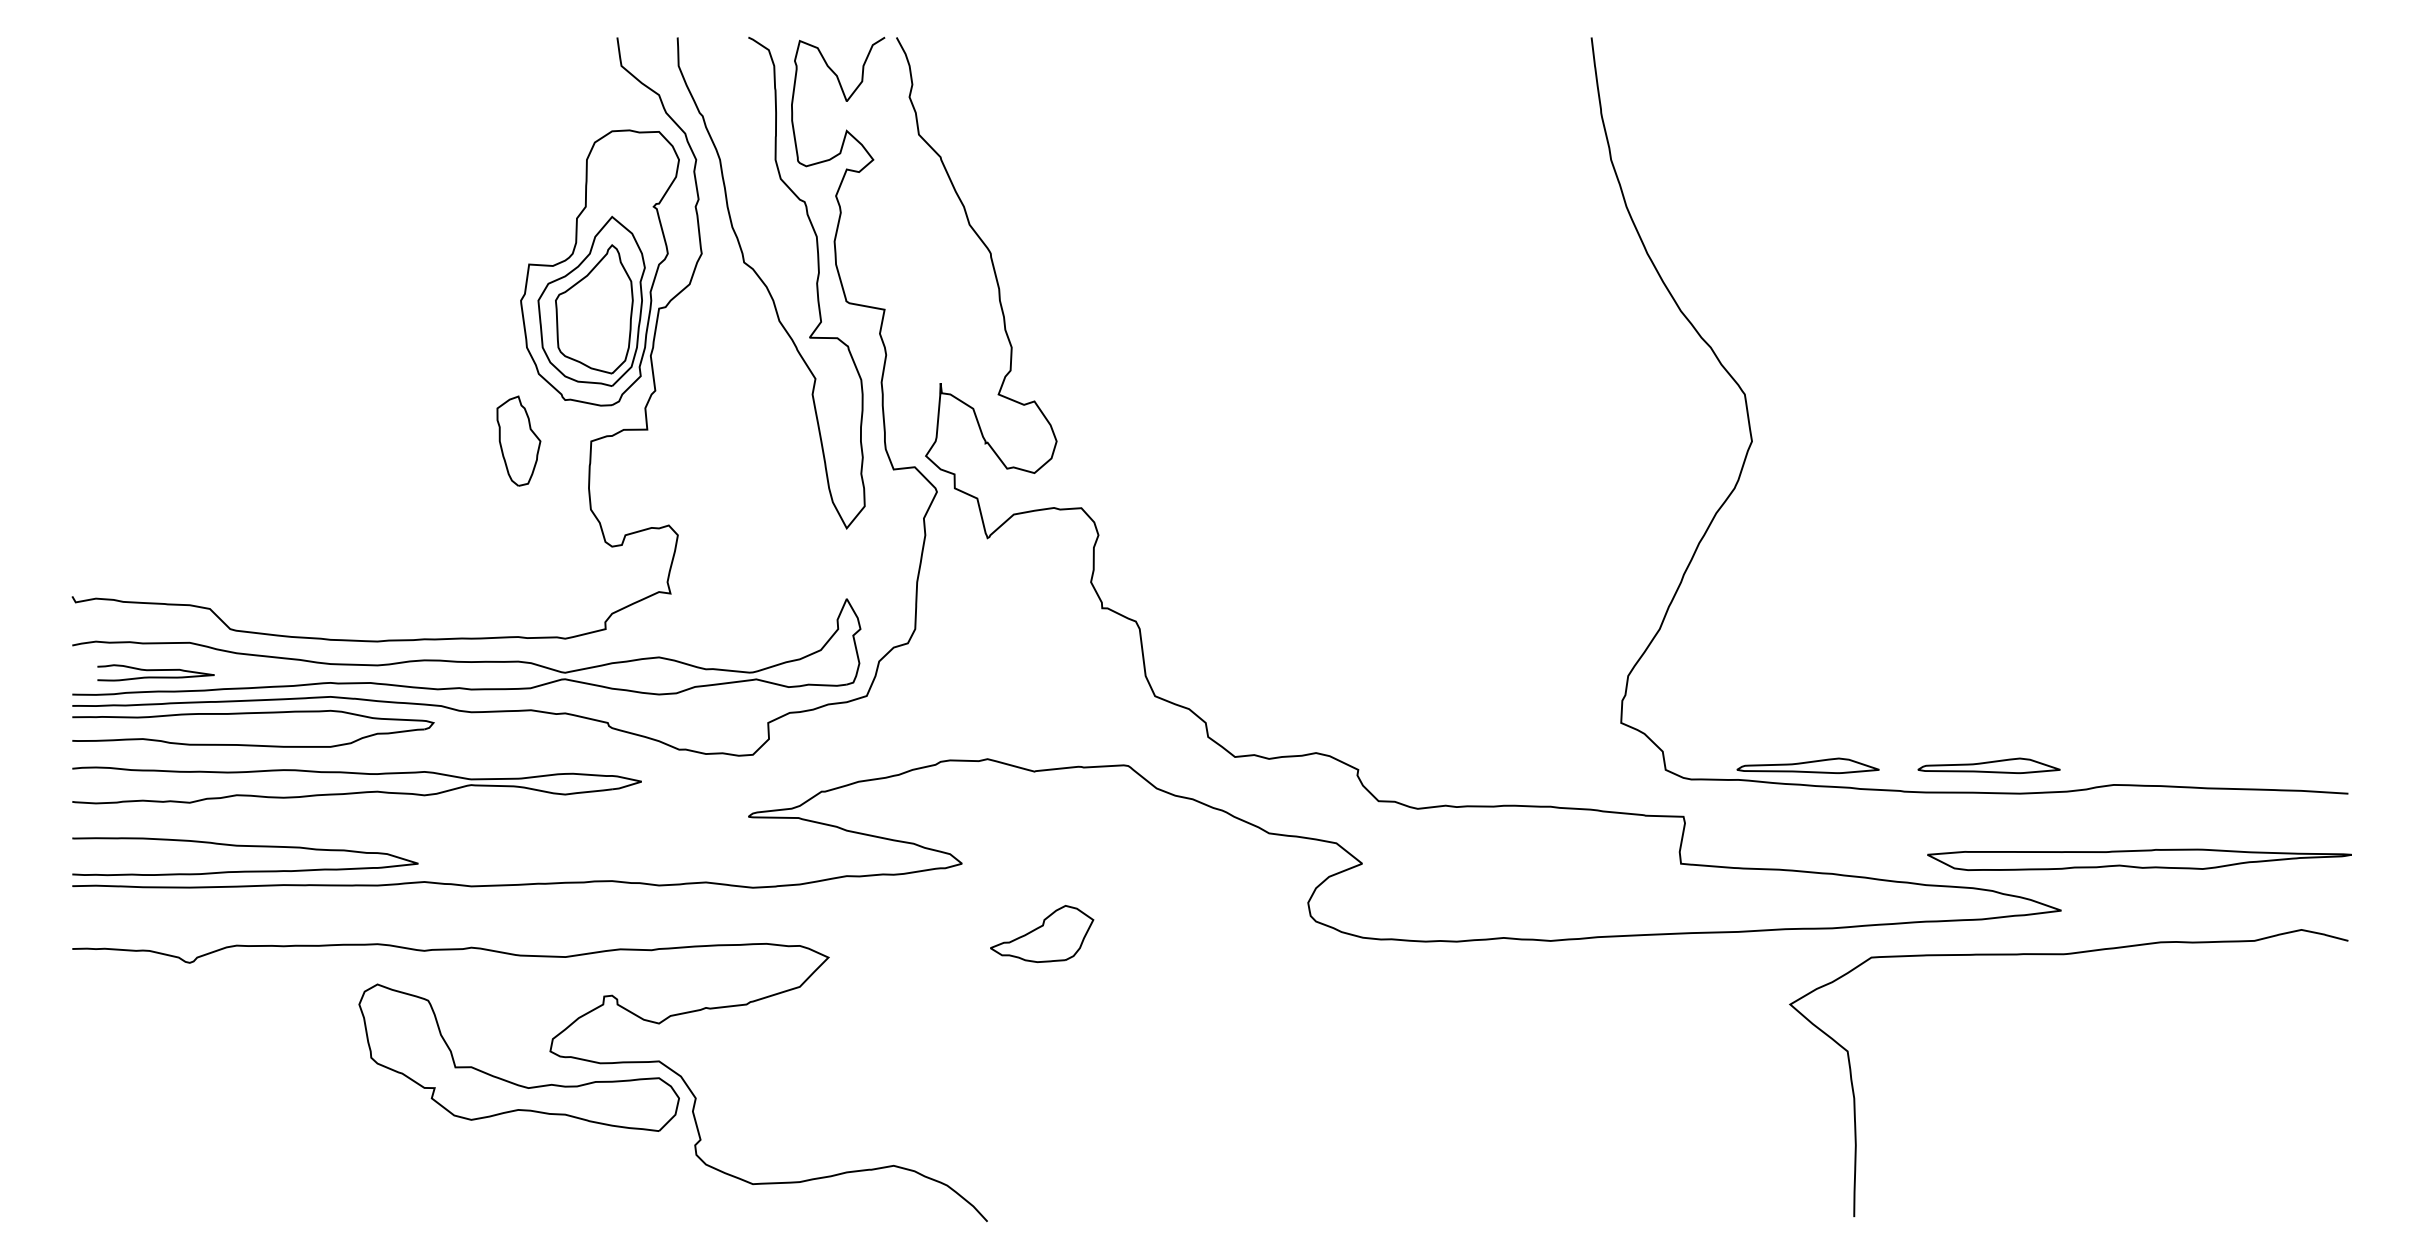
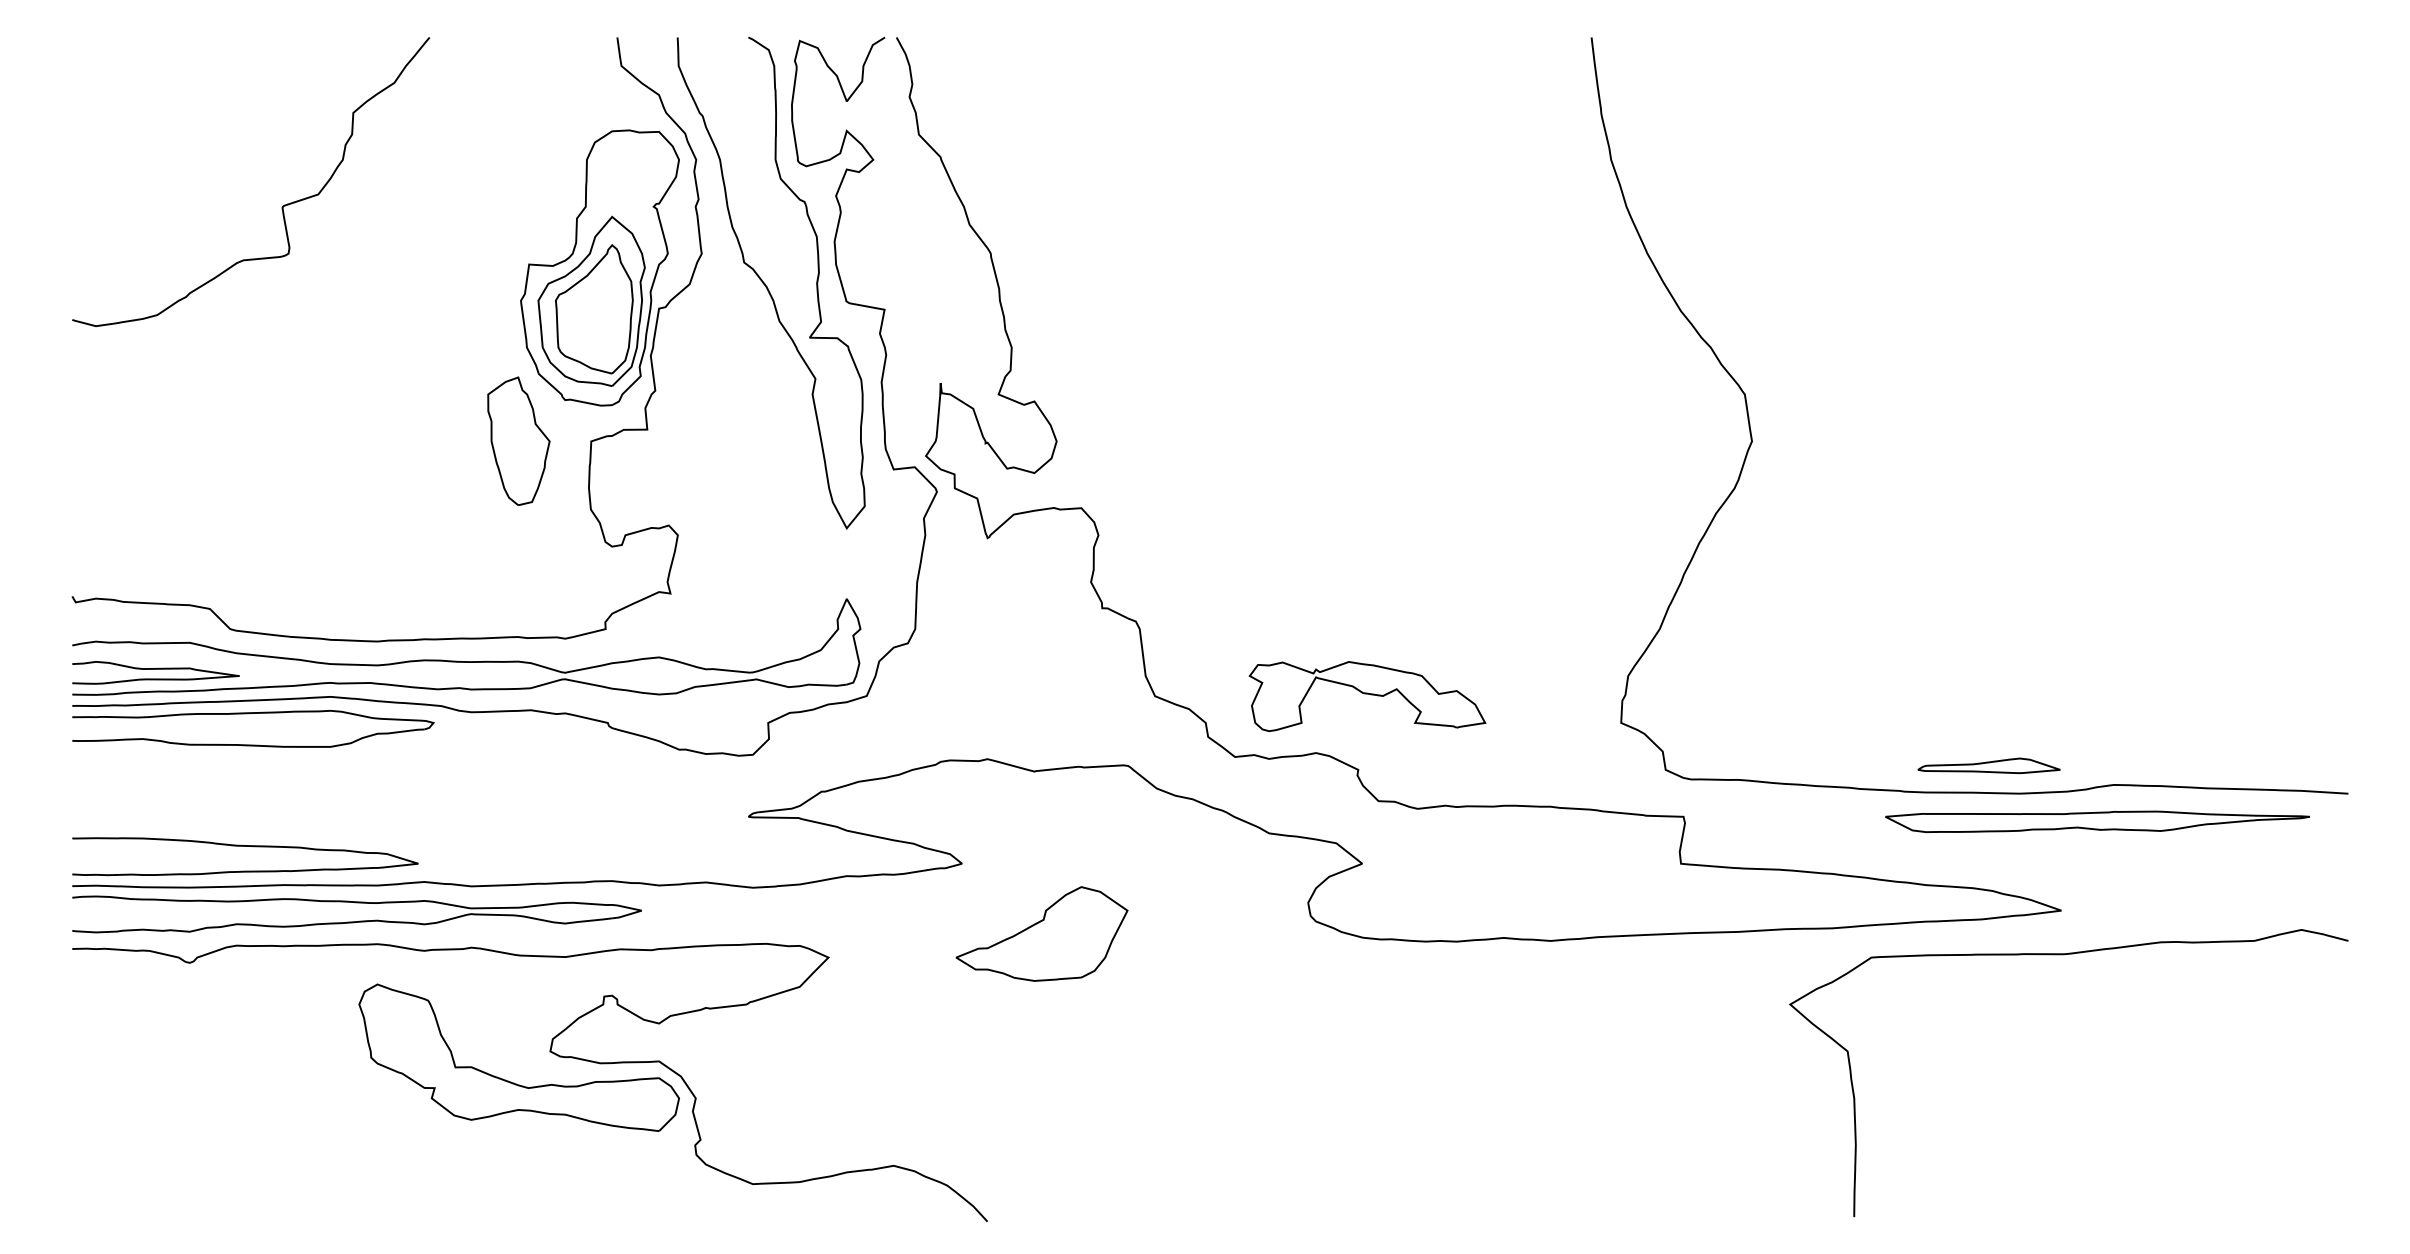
curve at (282, 205): none -> present
part at (518, 440) size: 46x92 px -> 64x130 px
part at (155, 672) size: 118x18 px -> 168x24 px
part at (1367, 696): none -> present
part at (1807, 765): present -> none
part at (359, 791) position: (359, 791) -> (359, 920)
part at (2139, 859) position: (2139, 859) -> (2097, 821)
part at (1042, 933) size: 105x58 px -> 174x96 px
